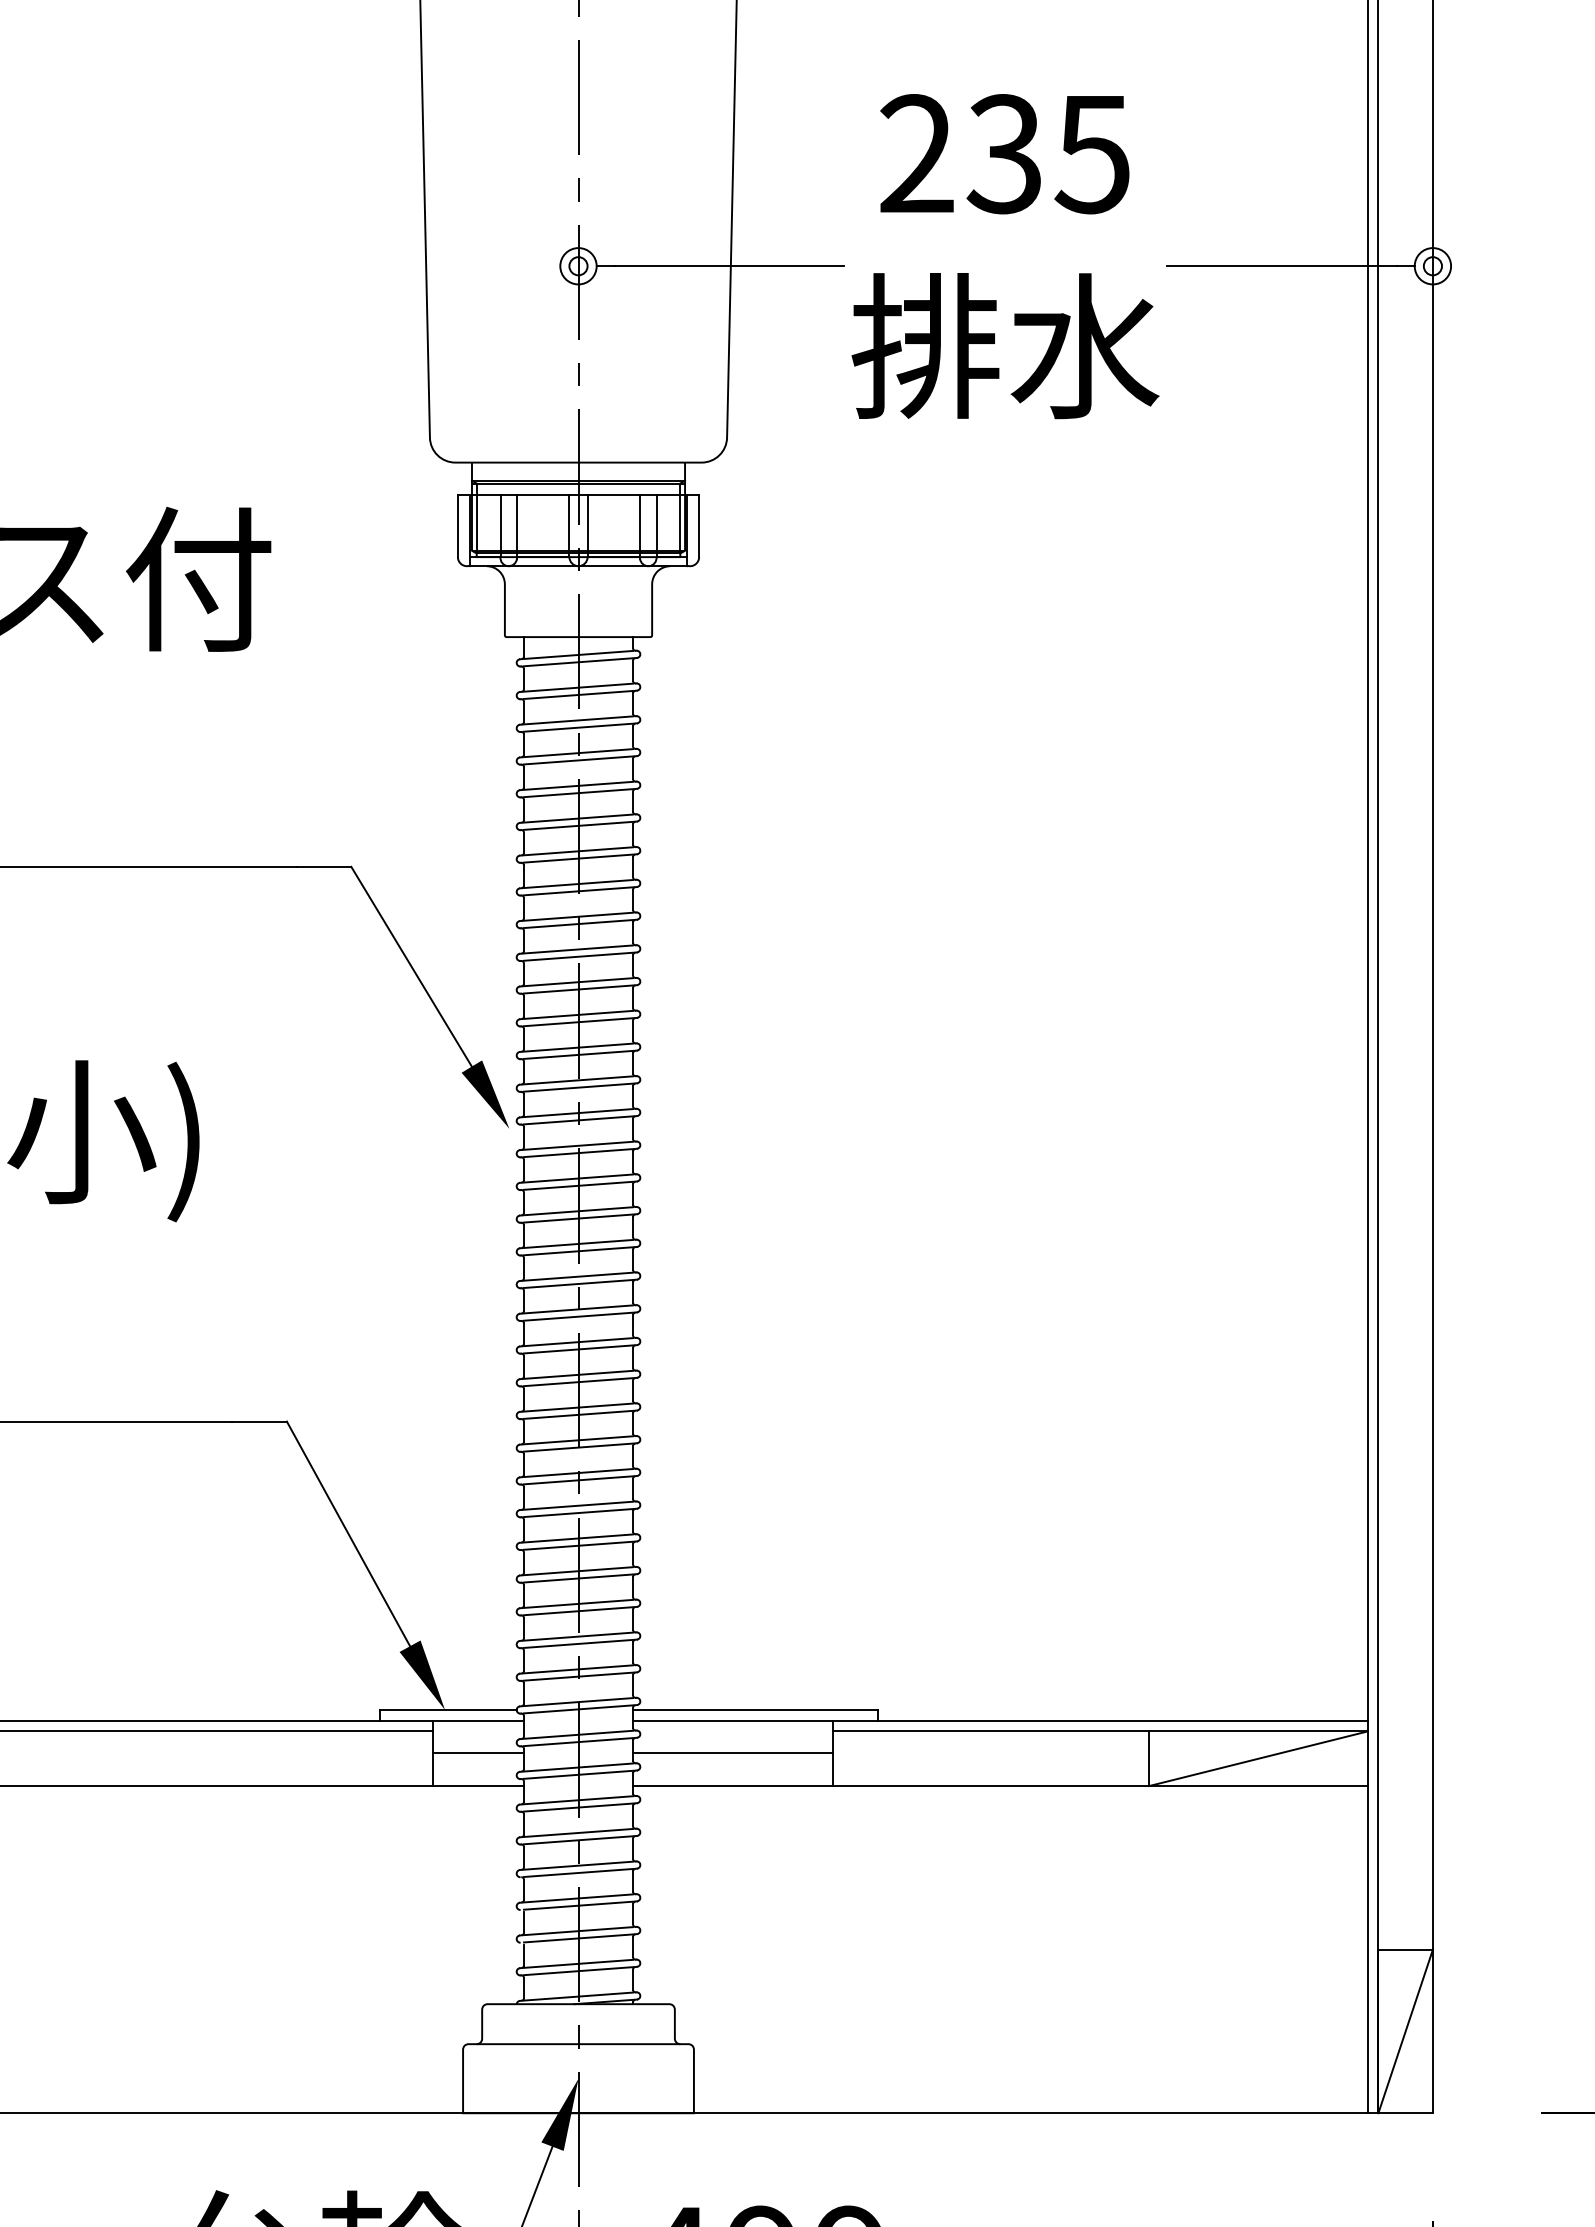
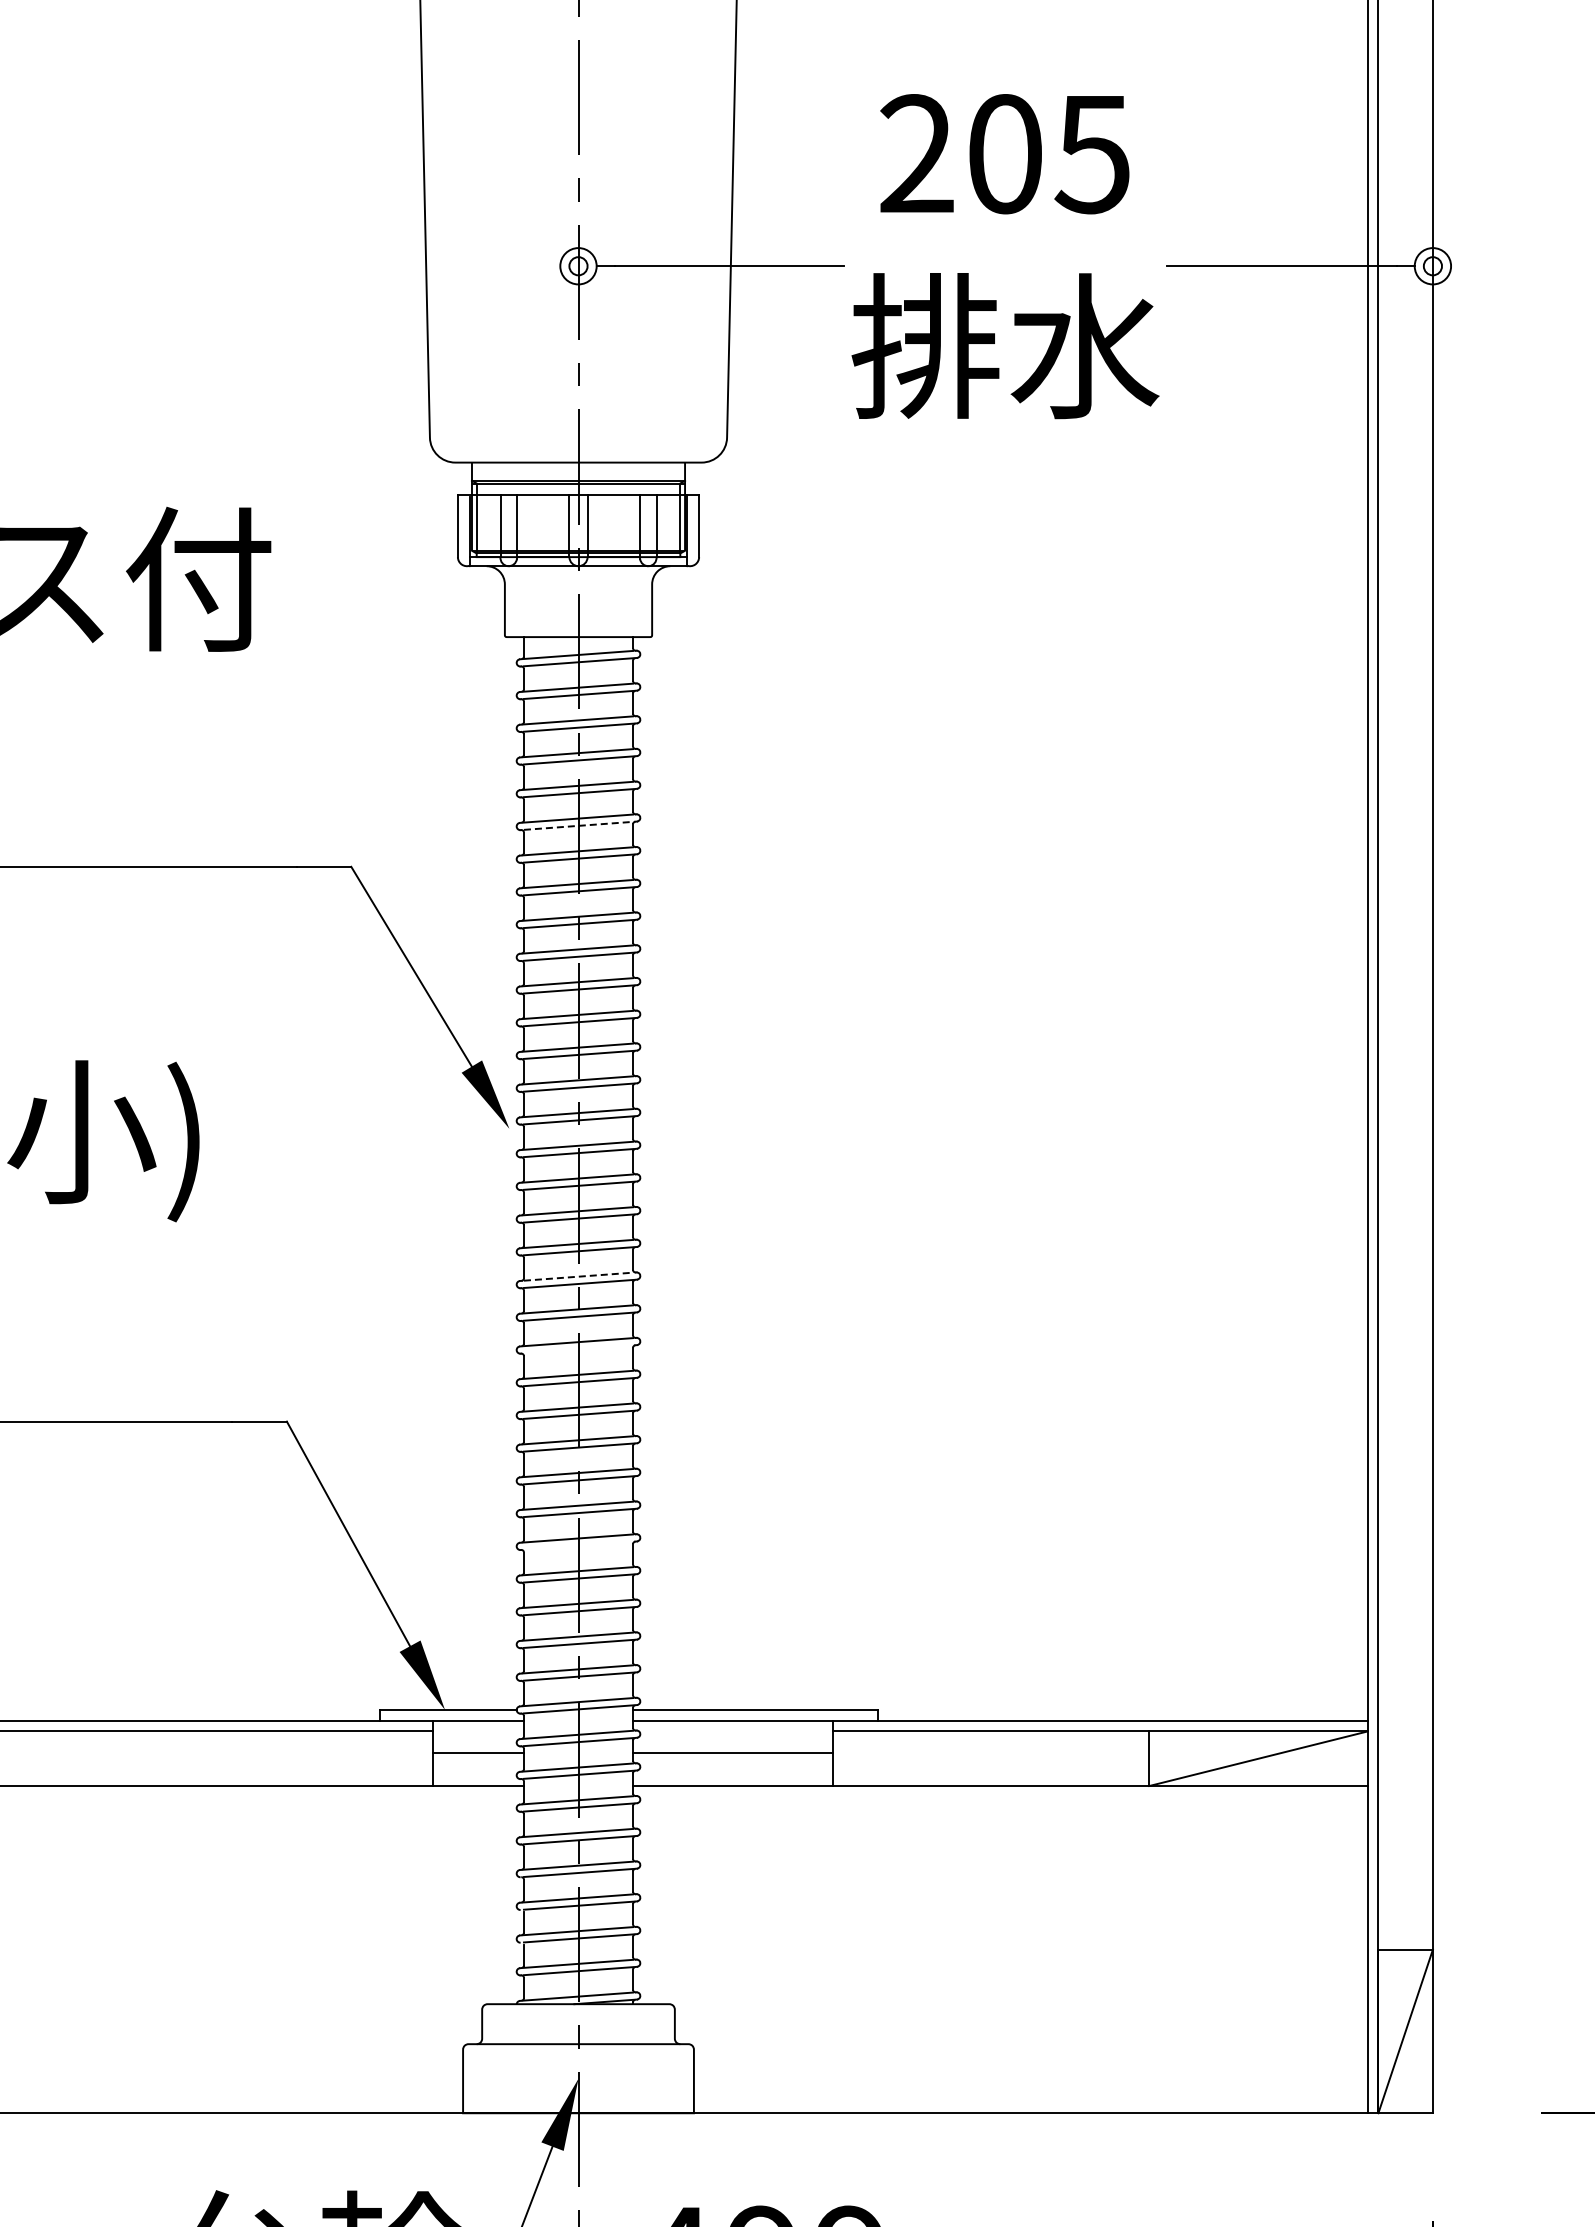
text at (1003, 154): 235 -> 205
line at (578, 825): solid -> dashed
line at (578, 1276): solid -> dashed
line at (578, 1349): present -> none
line at (578, 1545): present -> none
